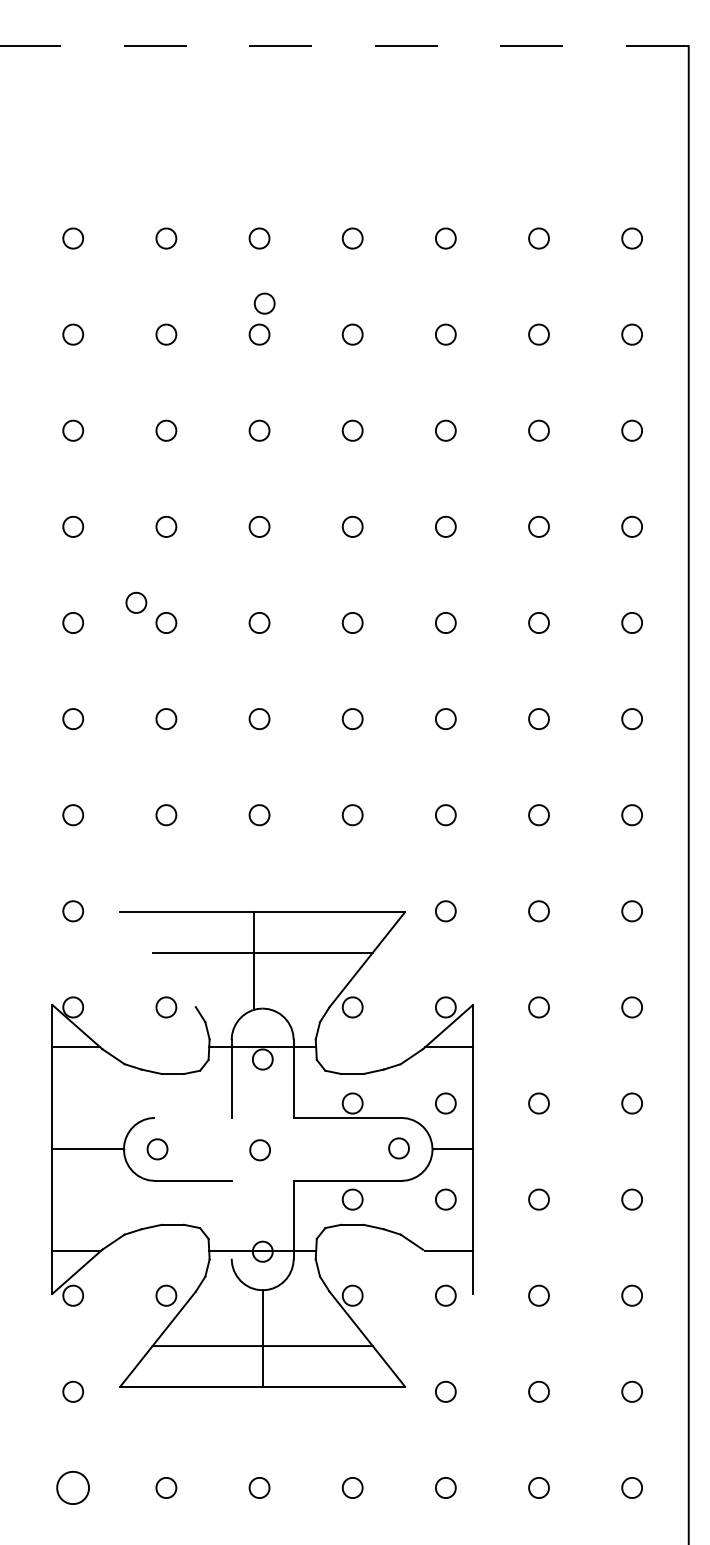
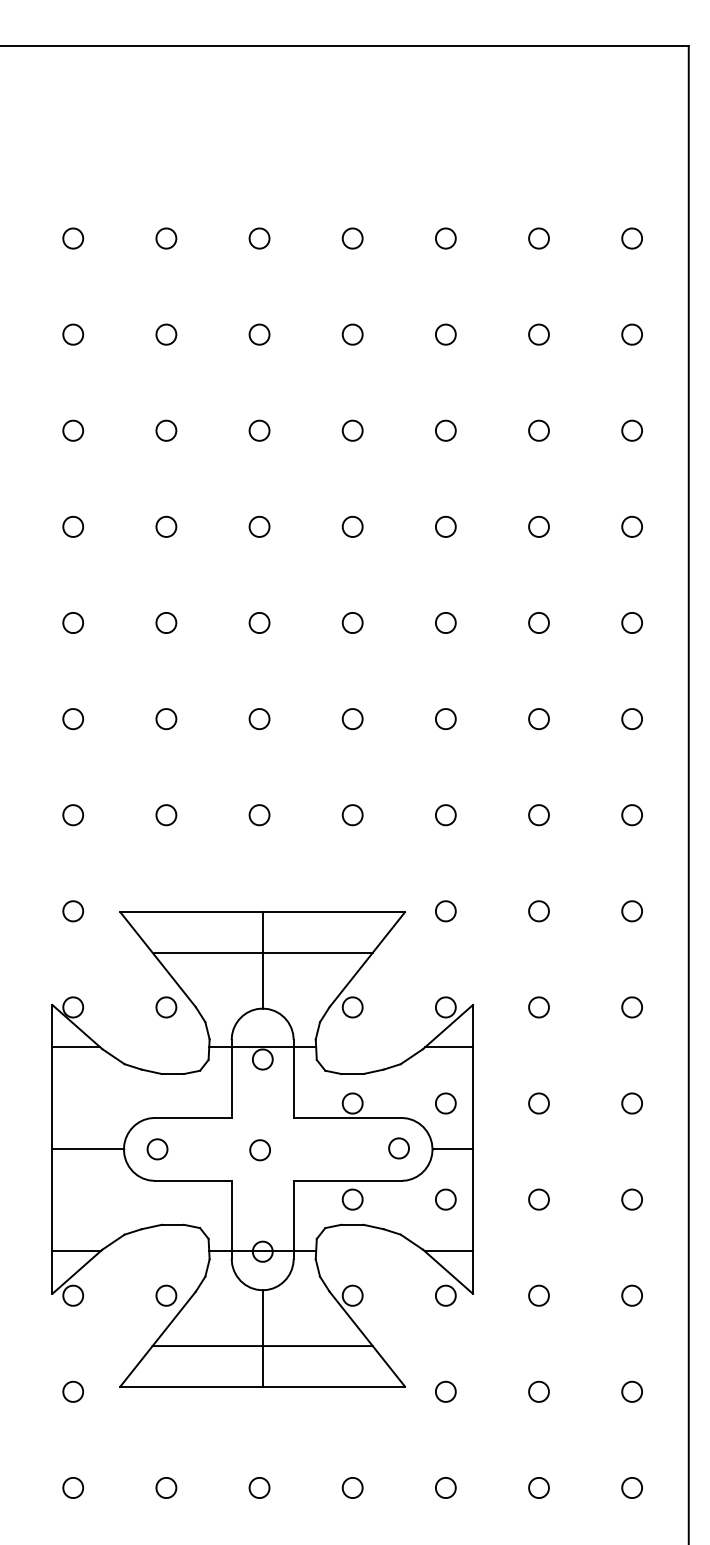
line at (344, 46): dashed -> solid
part at (264, 303): present -> none
part at (136, 602): present -> none
line at (157, 959): none -> present
line at (253, 960) position: (253, 960) -> (262, 960)
line at (192, 1117): none -> present
line at (231, 1219): none -> present
line at (447, 1271): none -> present
part at (72, 1487) size: 34x34 px -> 23x22 px
